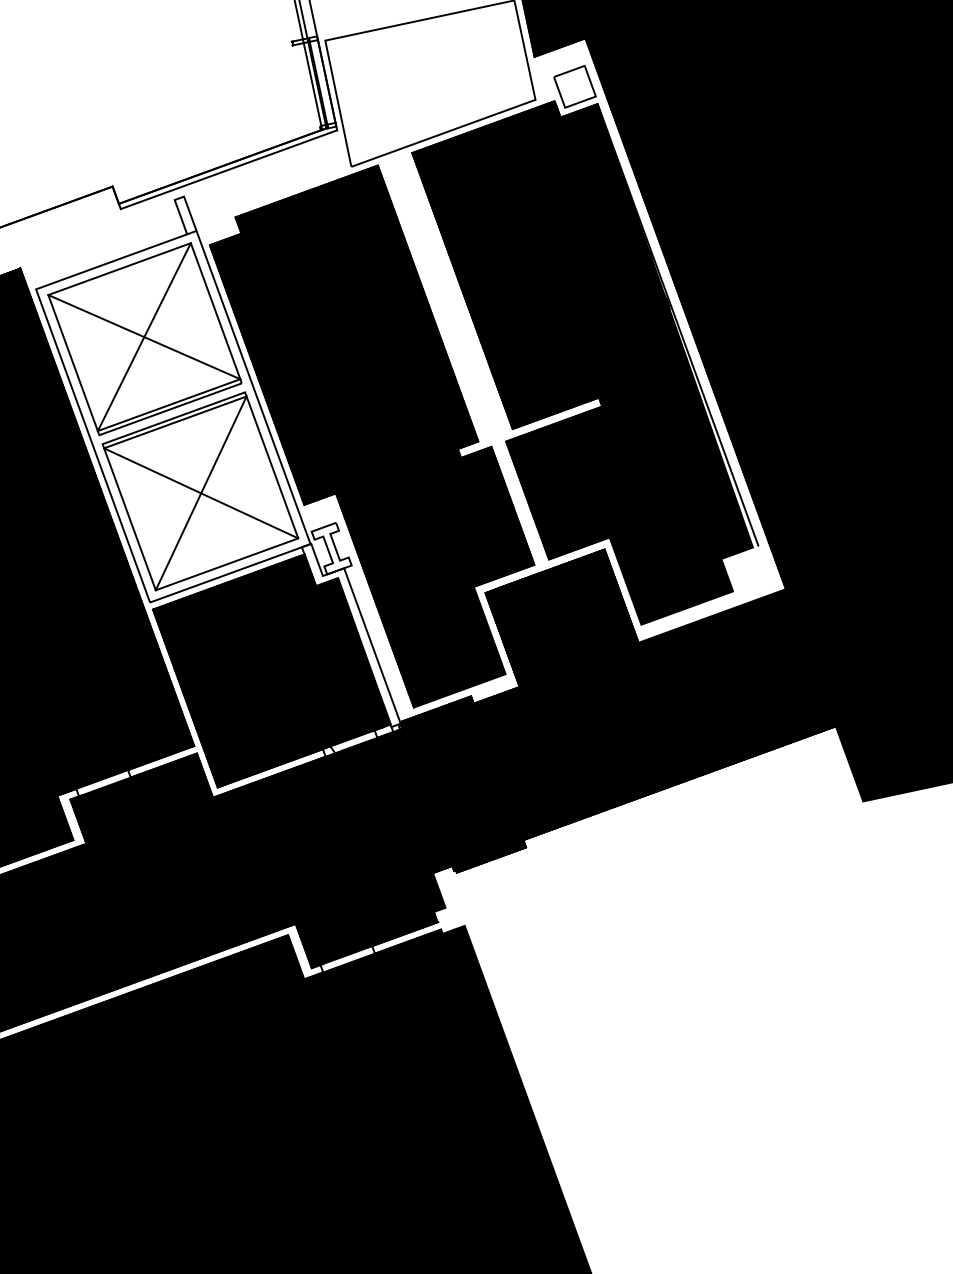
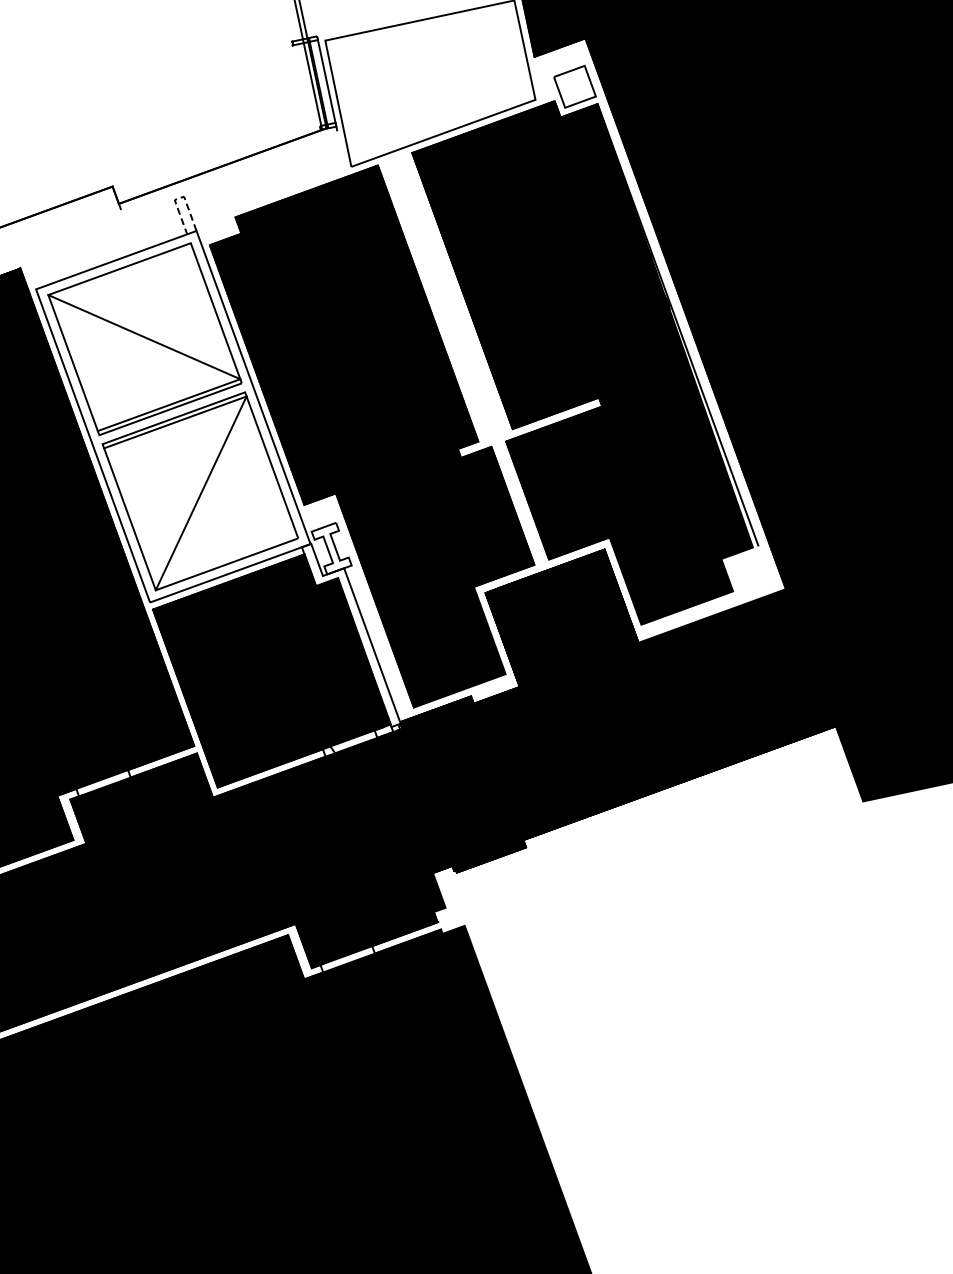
line at (322, 62): present -> none
line at (228, 169): present -> none
line at (179, 198): solid -> dashed
line at (143, 337): present -> none
line at (201, 493): present -> none
